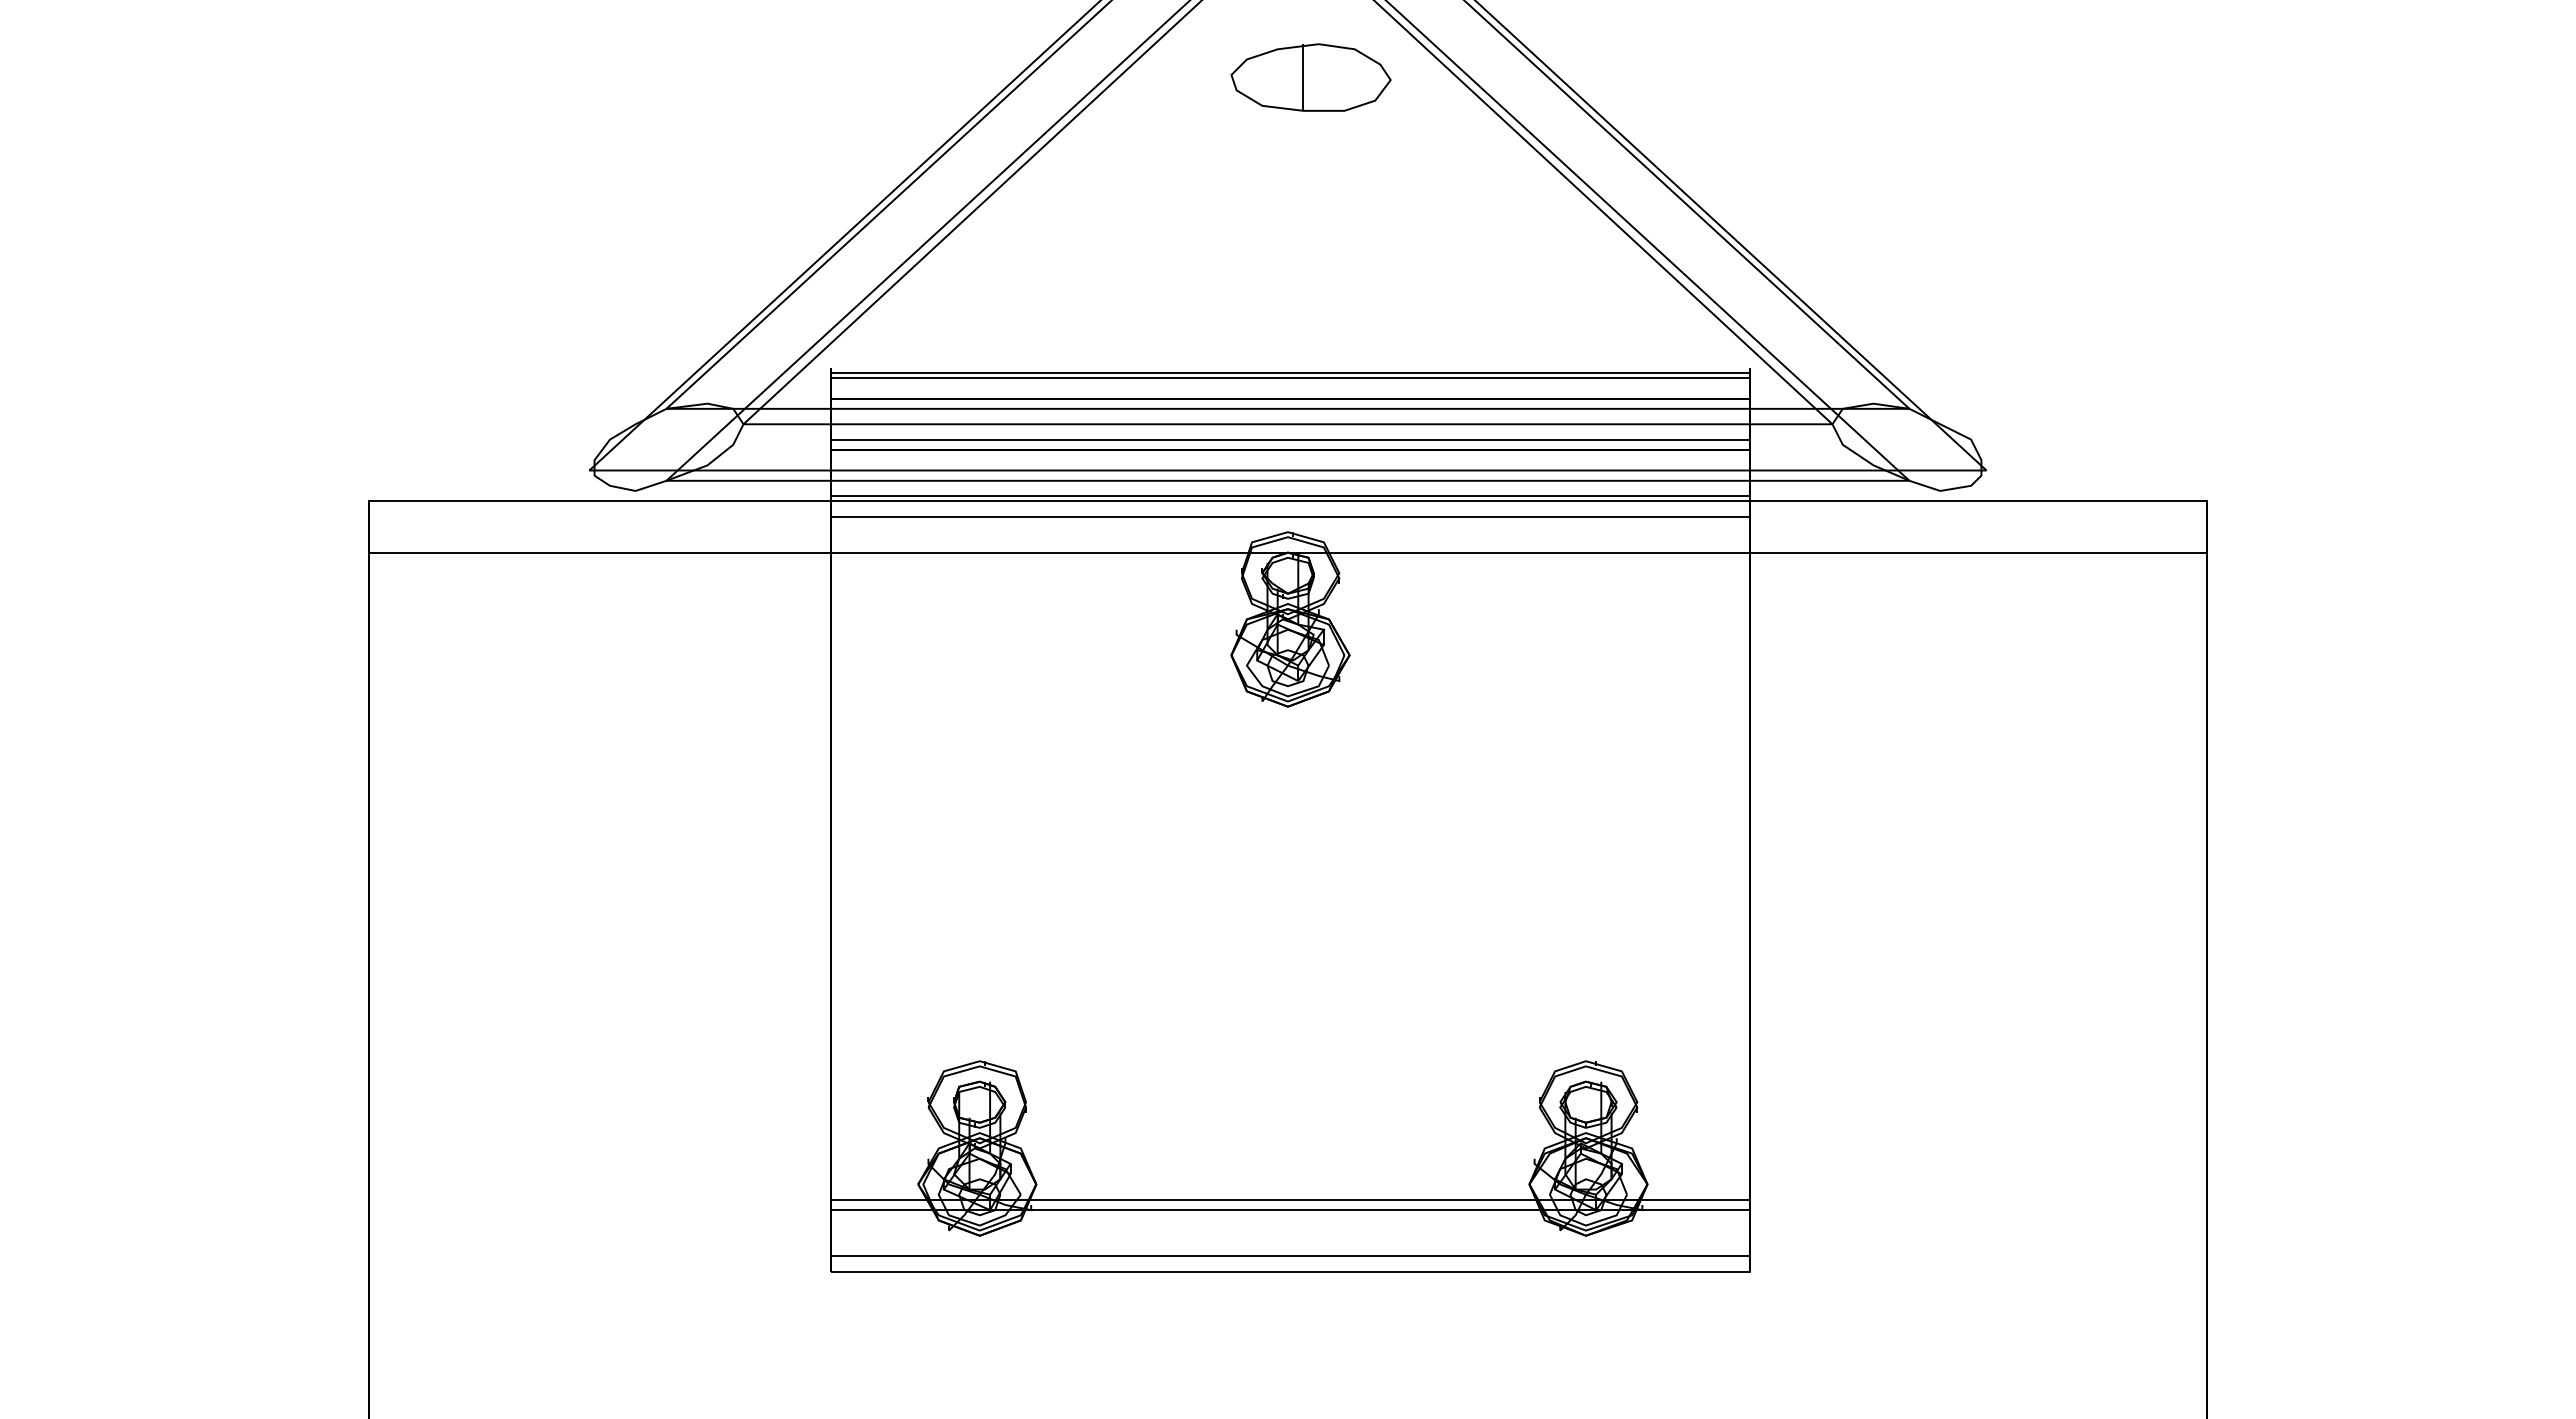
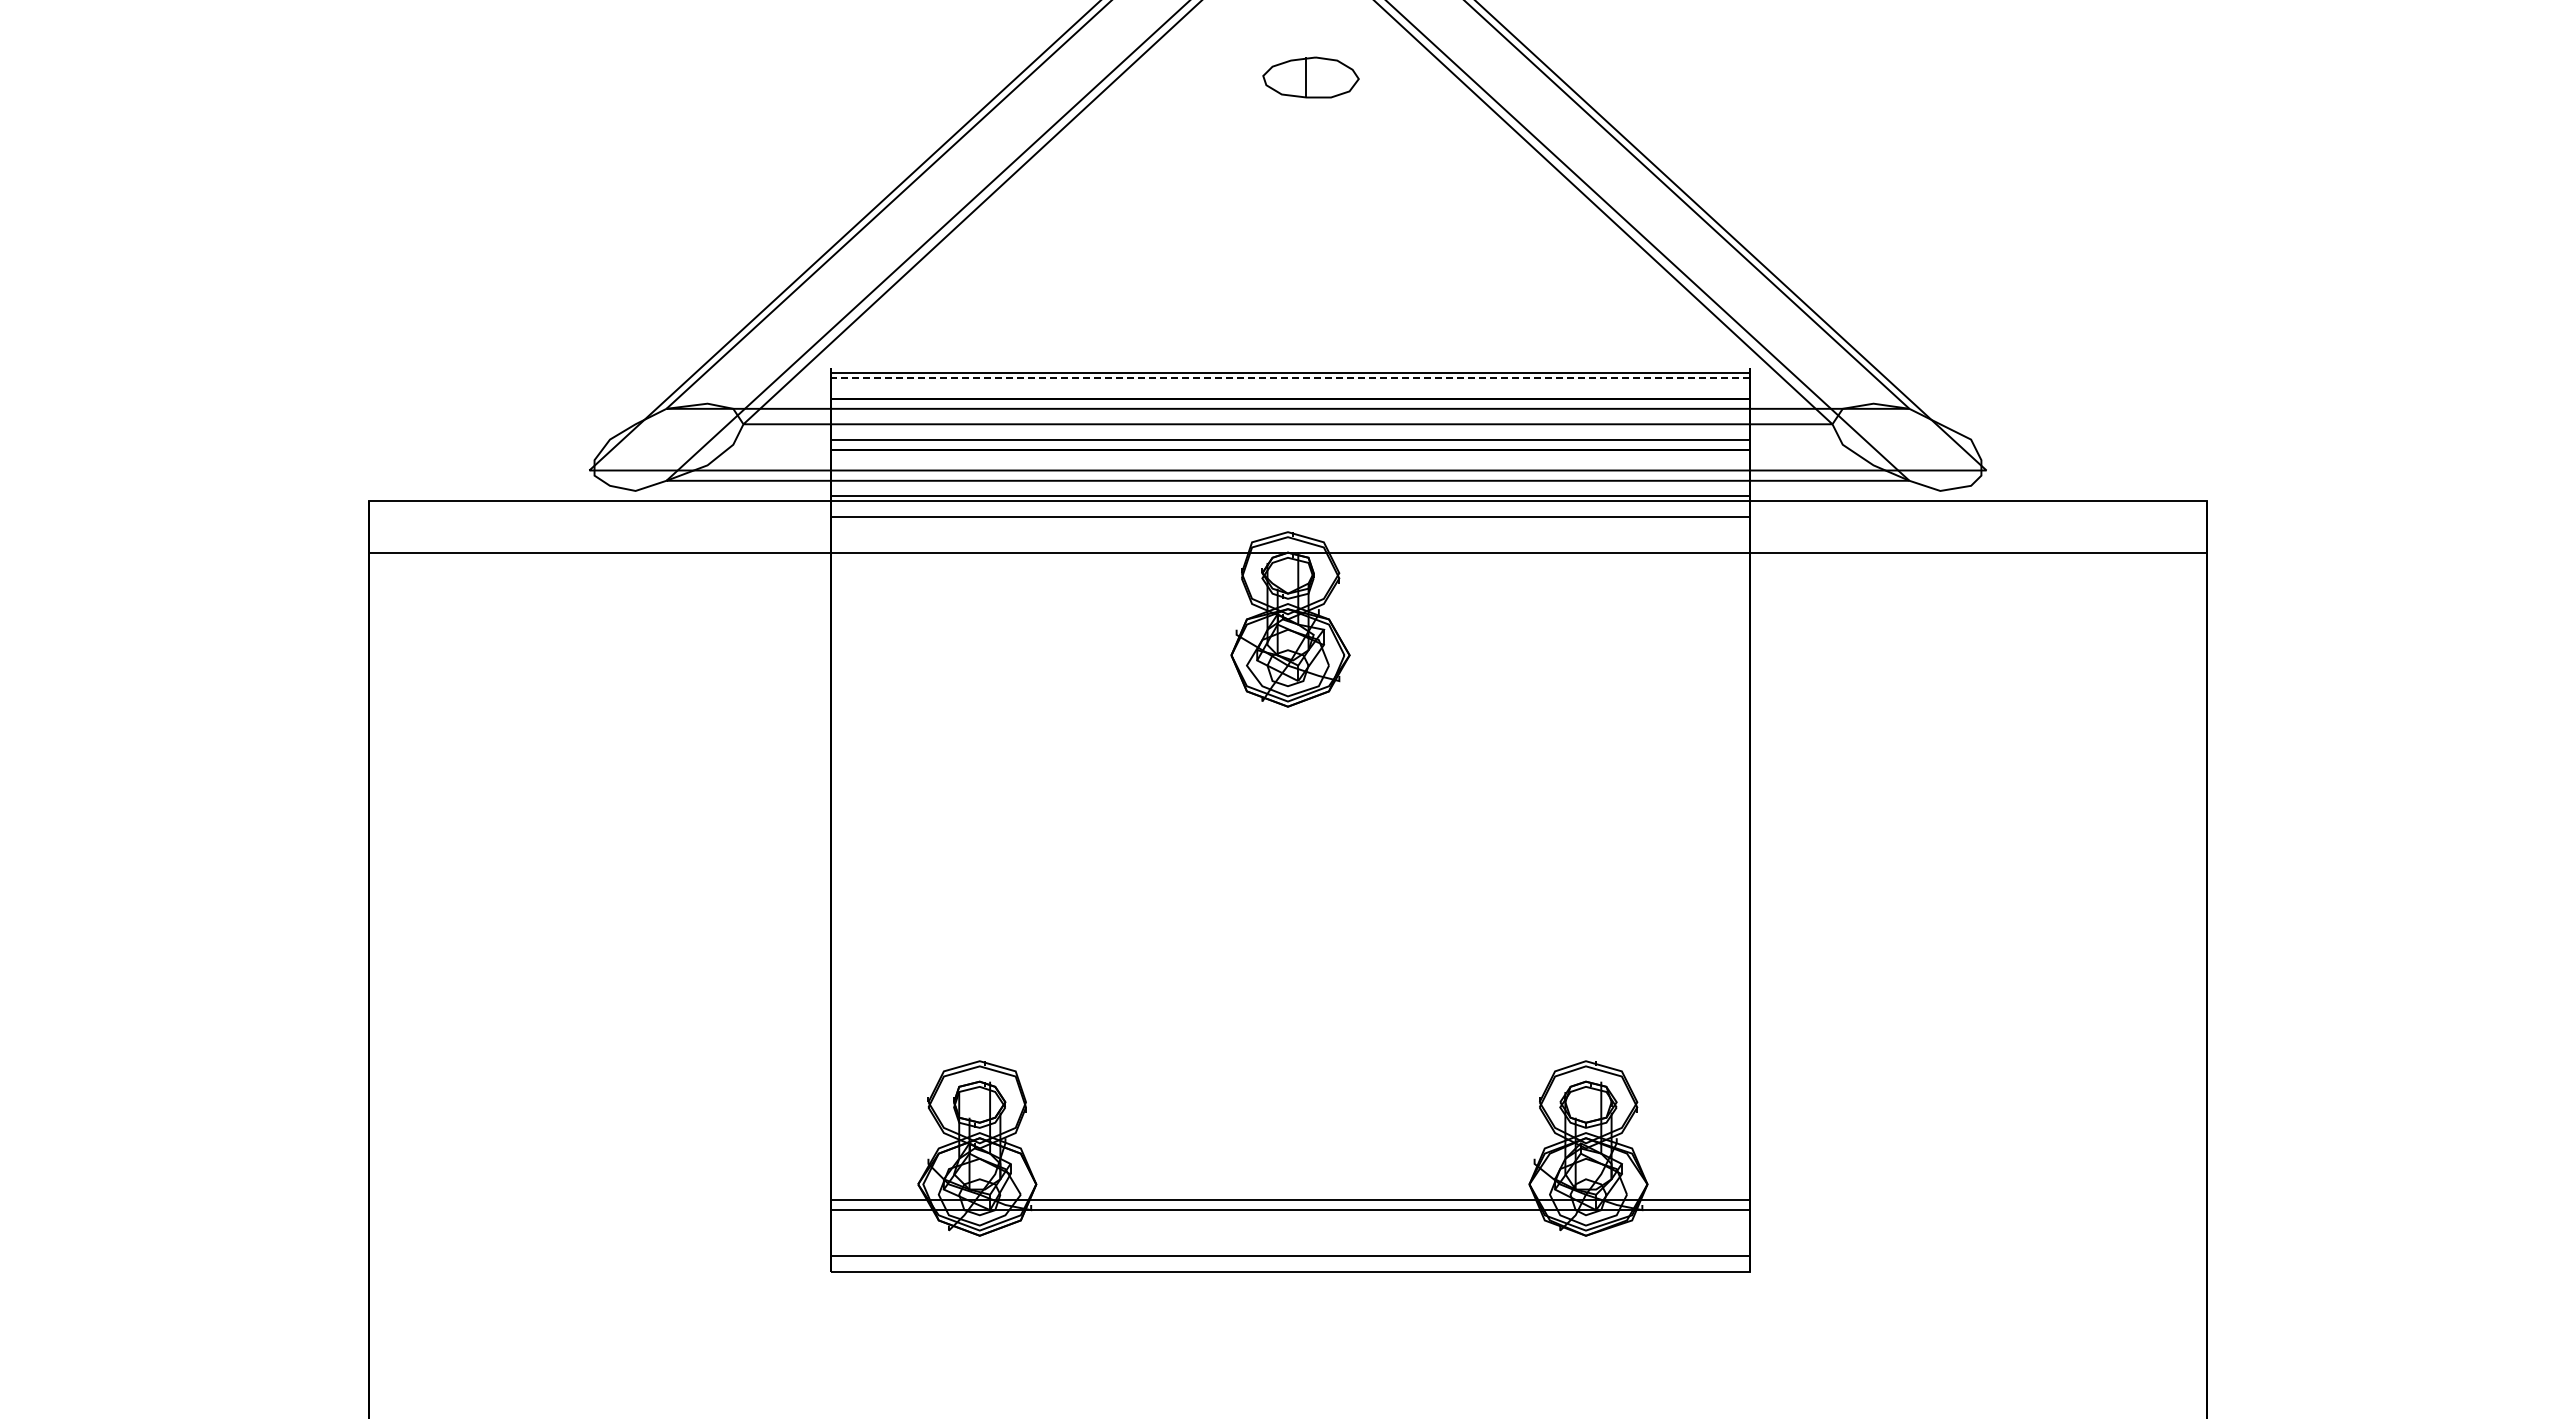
part at (1310, 77) size: 162x69 px -> 98x43 px
line at (1290, 377): solid -> dashed
